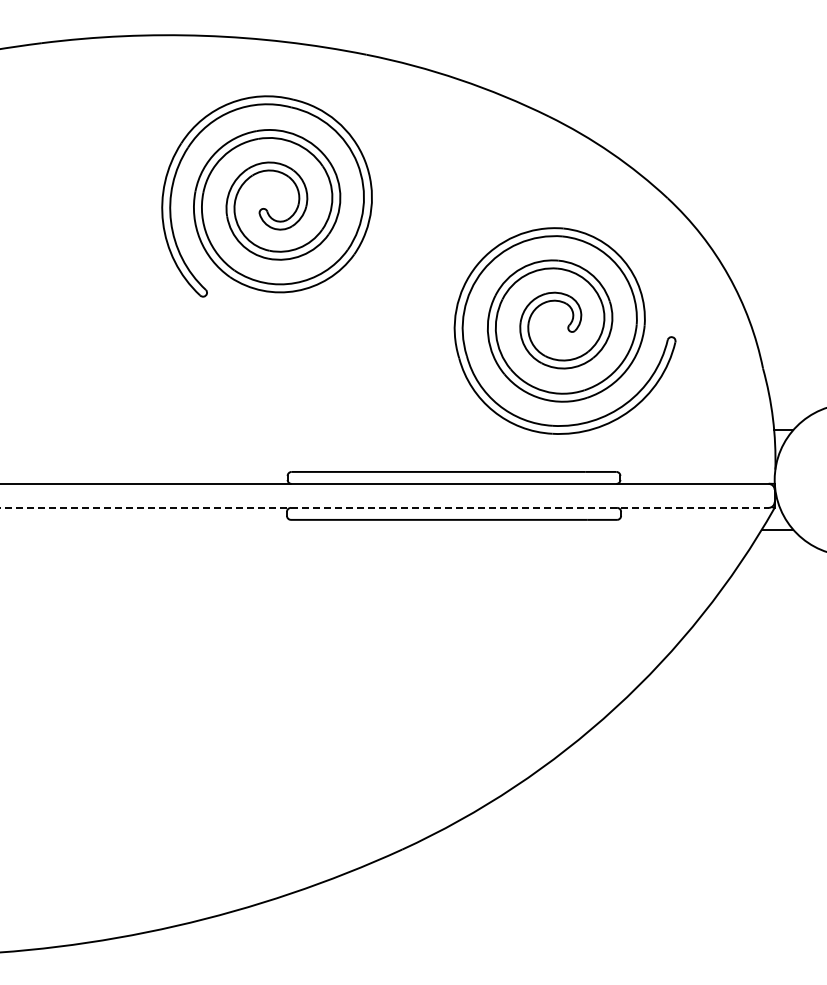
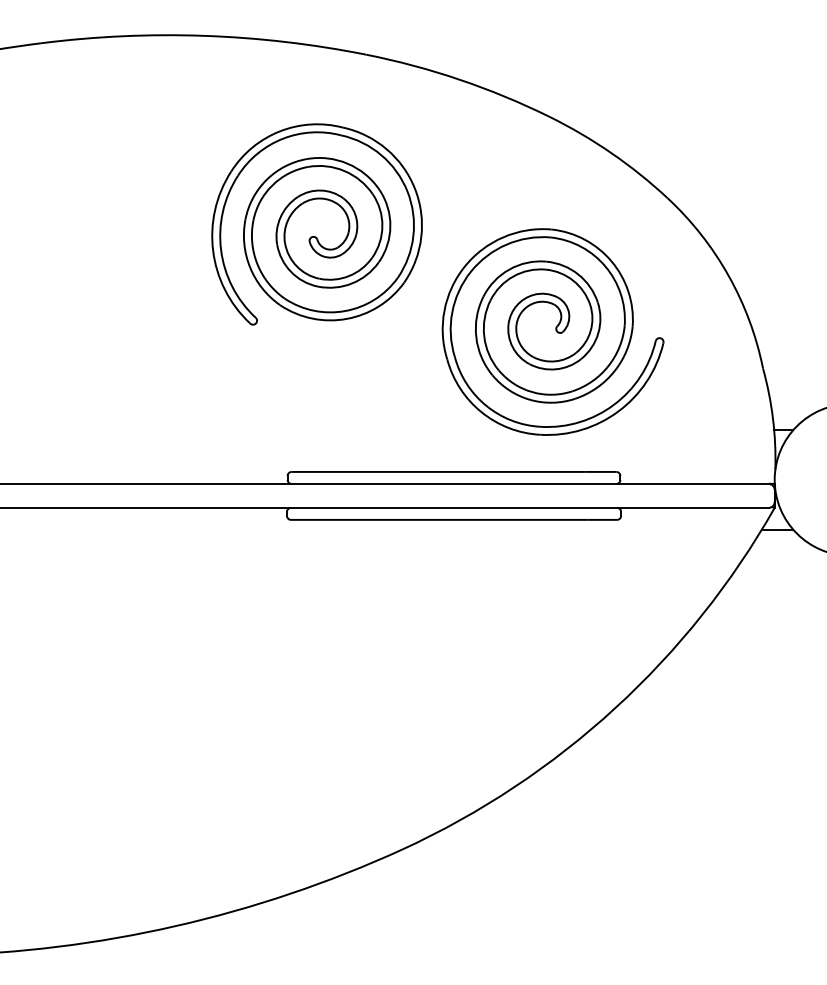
part at (266, 208) position: (266, 208) -> (316, 236)
part at (564, 330) position: (564, 330) -> (552, 331)
line at (384, 507): dashed -> solid
